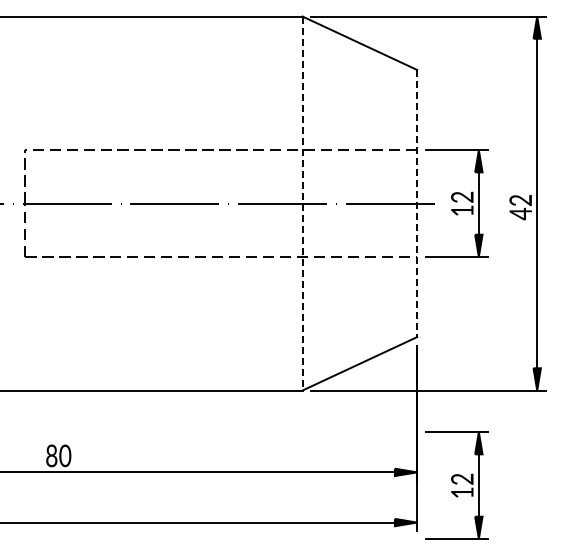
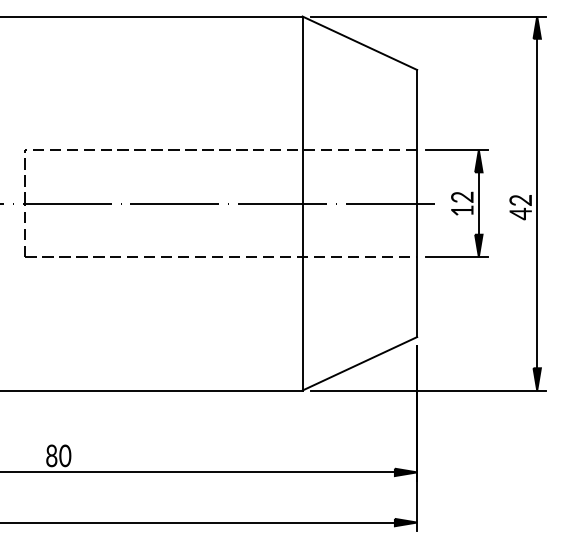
line at (302, 203): dashed -> solid
line at (417, 203): dashed -> solid
part at (456, 485): present -> none
